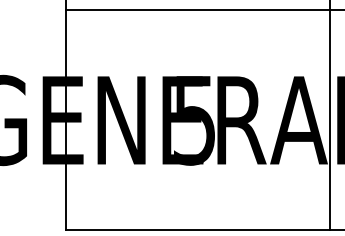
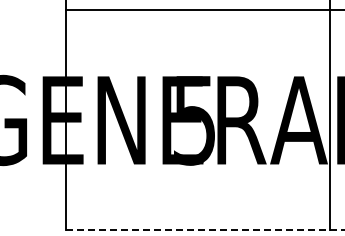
line at (205, 229): solid -> dashed
